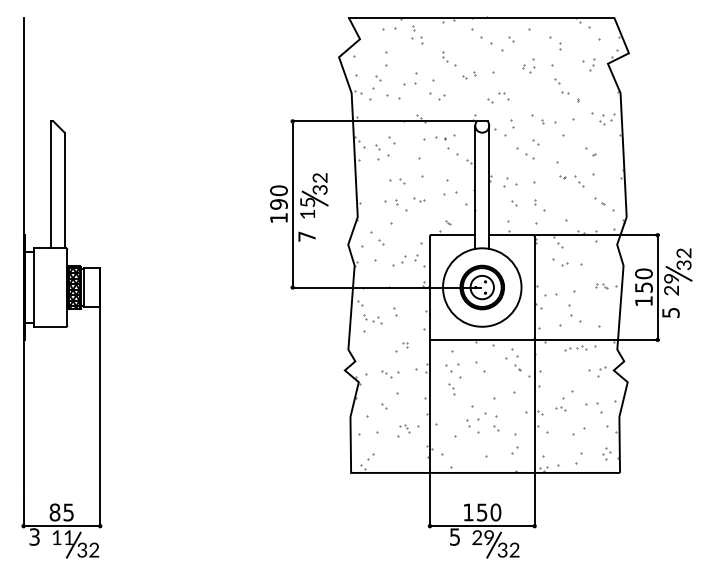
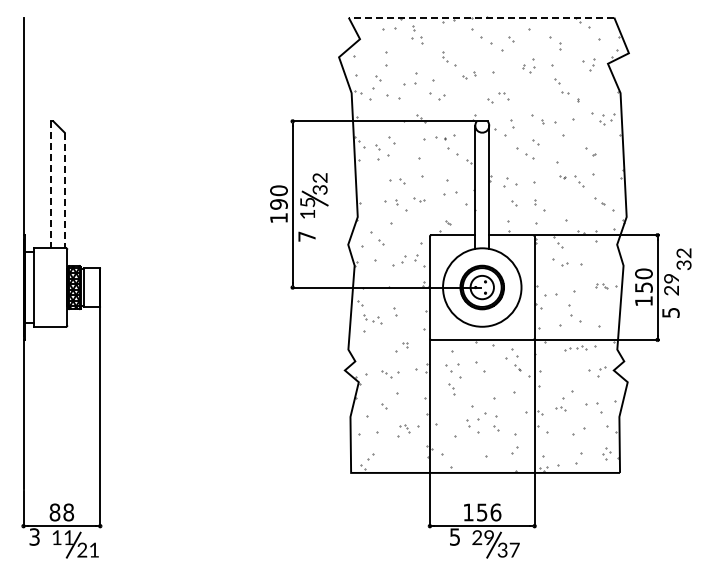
line at (481, 17): solid -> dashed
line at (50, 185): solid -> dashed
line at (64, 190): solid -> dashed
line at (678, 273): present -> none
text at (68, 512): 85 -> 88
text at (495, 512): 150 -> 156
text at (88, 549): 32 -> 21
text at (514, 549): 32 -> 37
